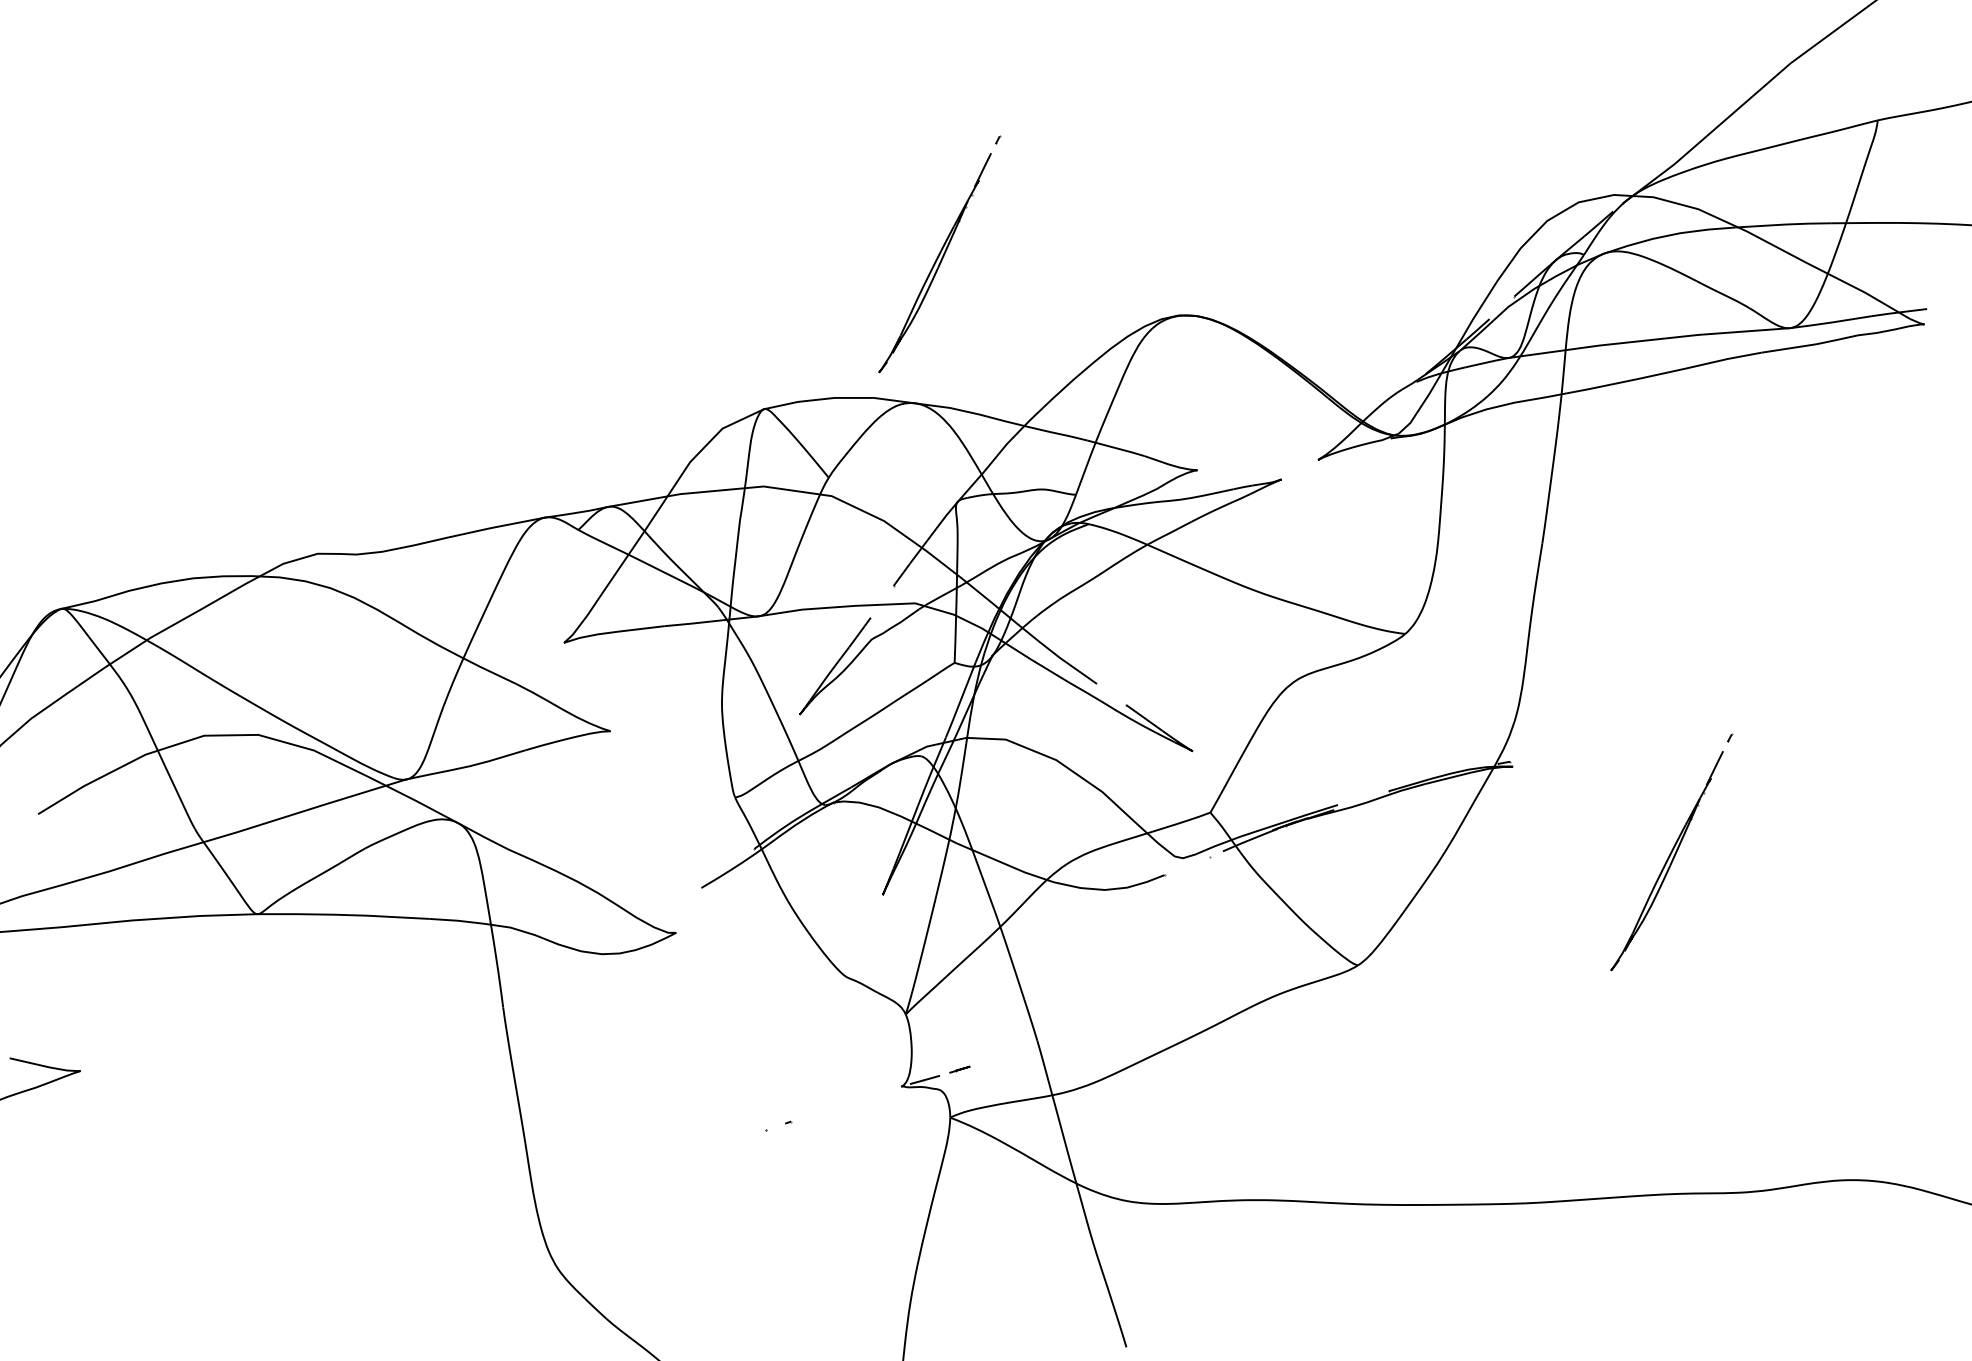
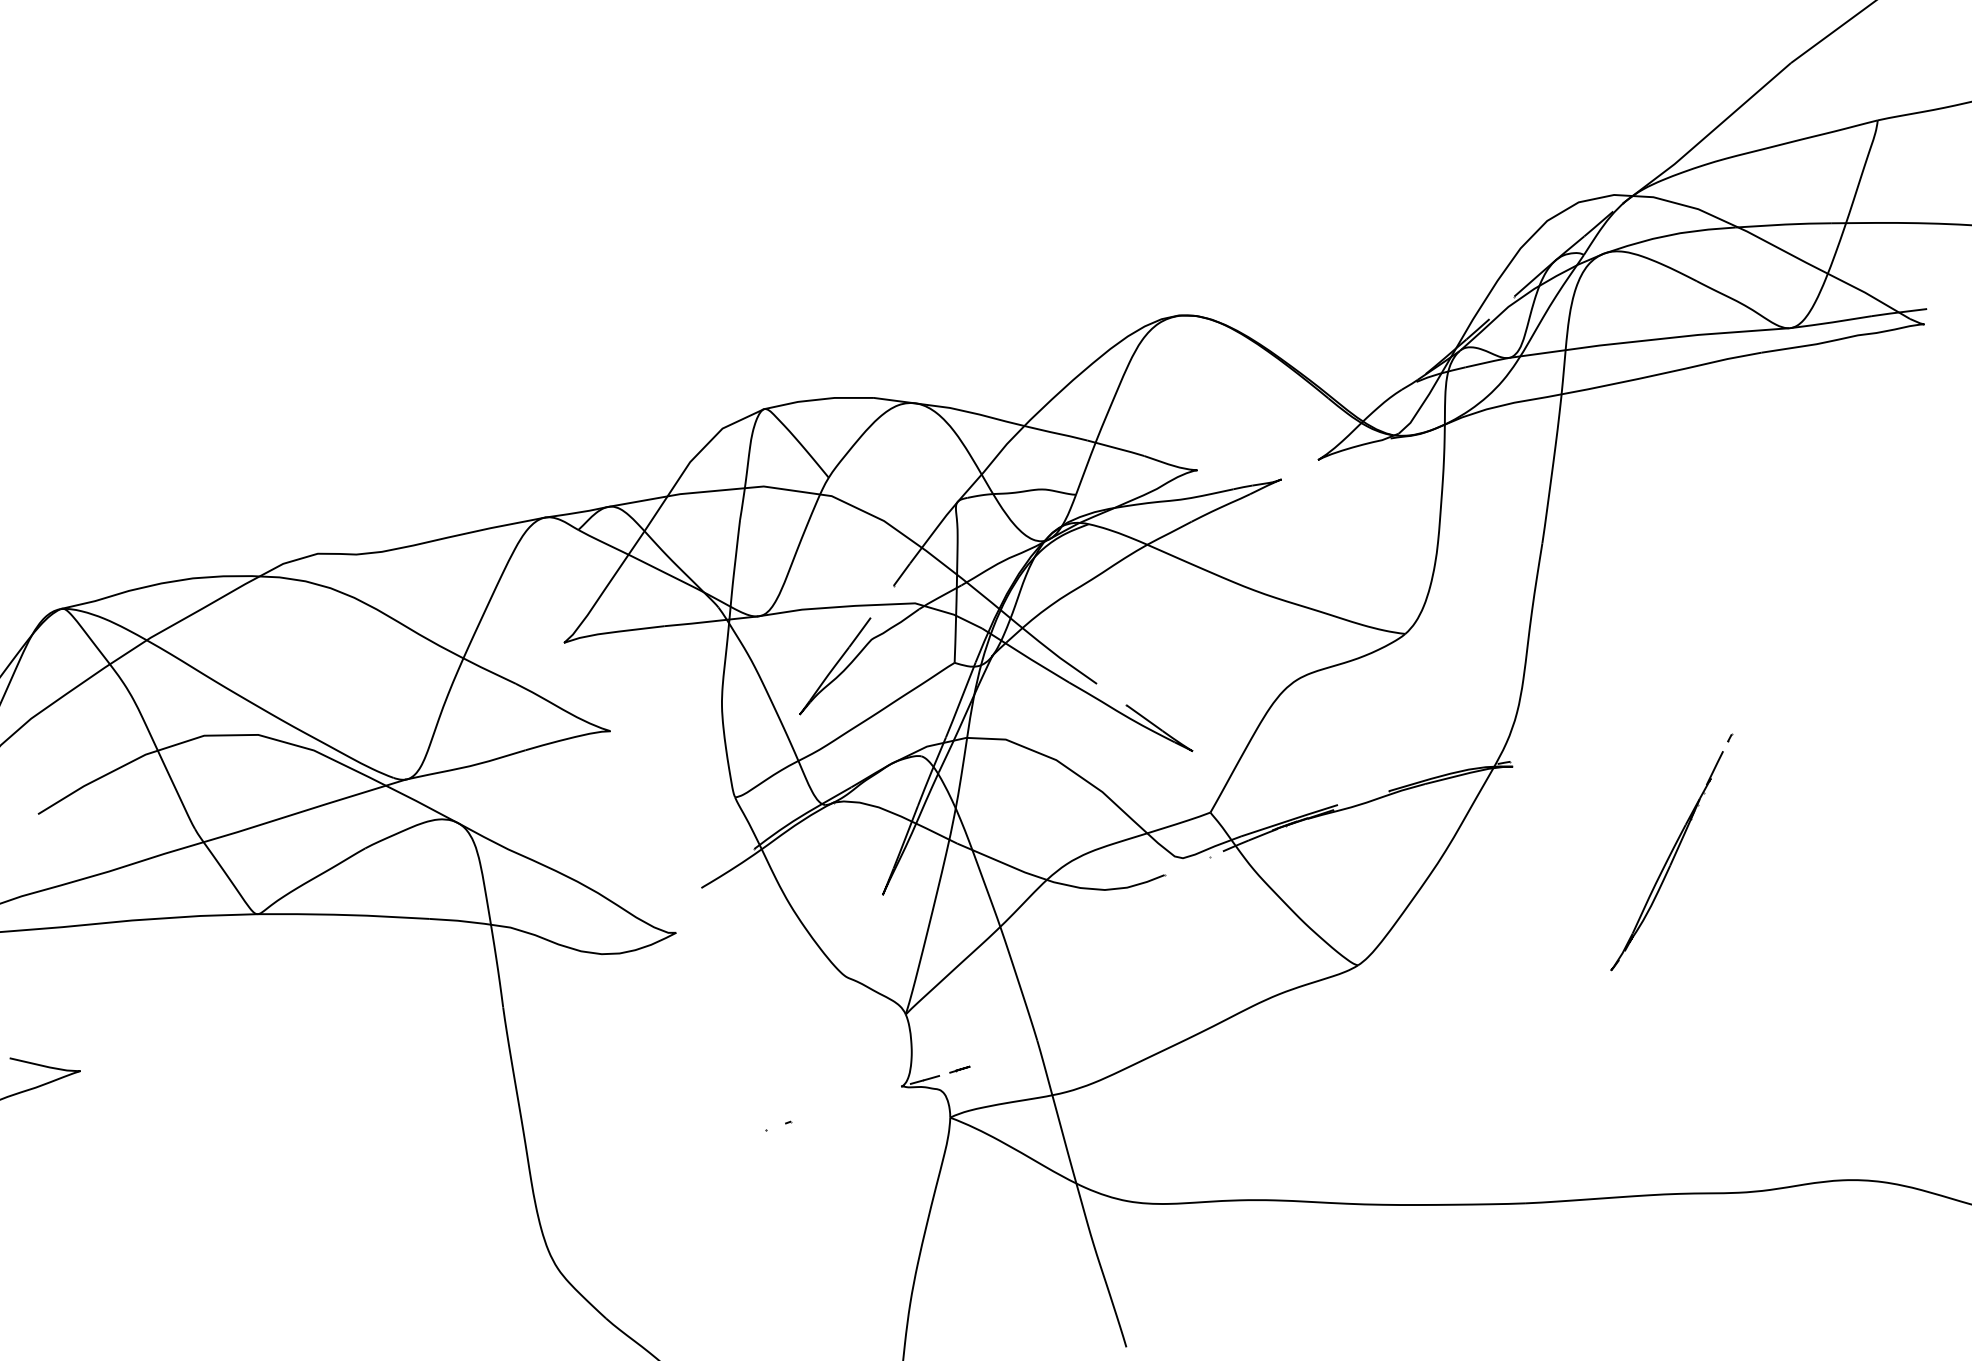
part at (939, 254): present -> none
